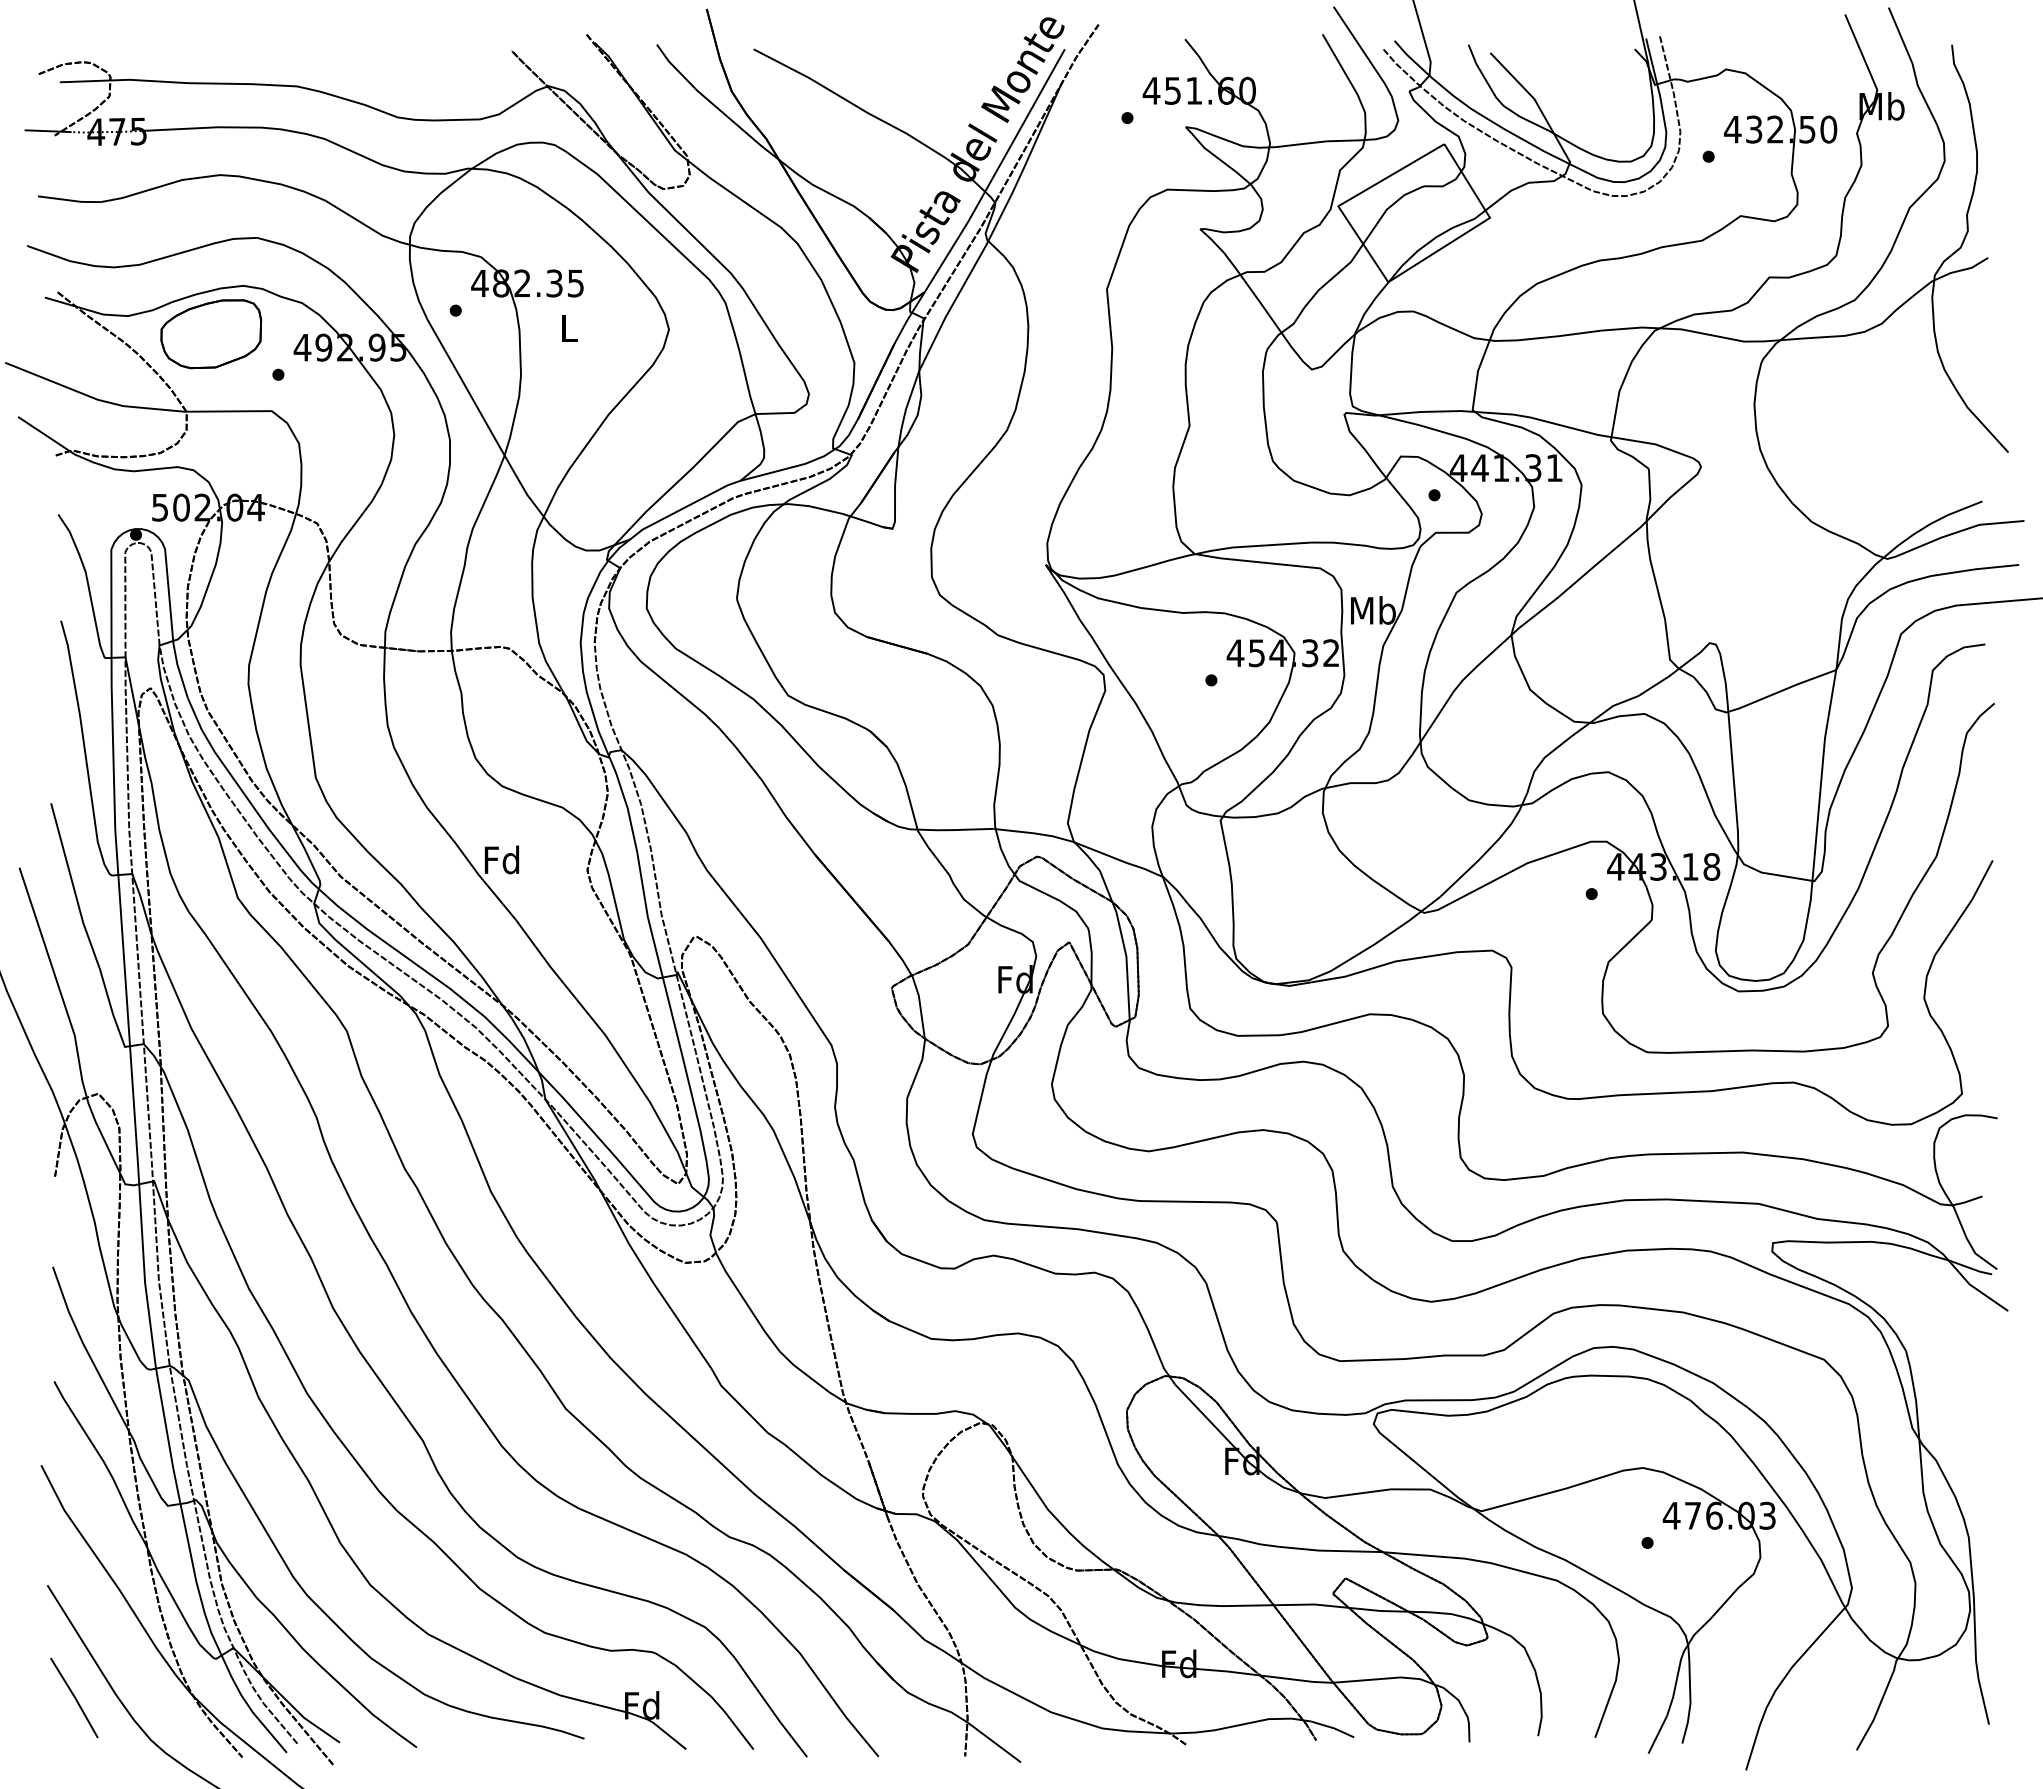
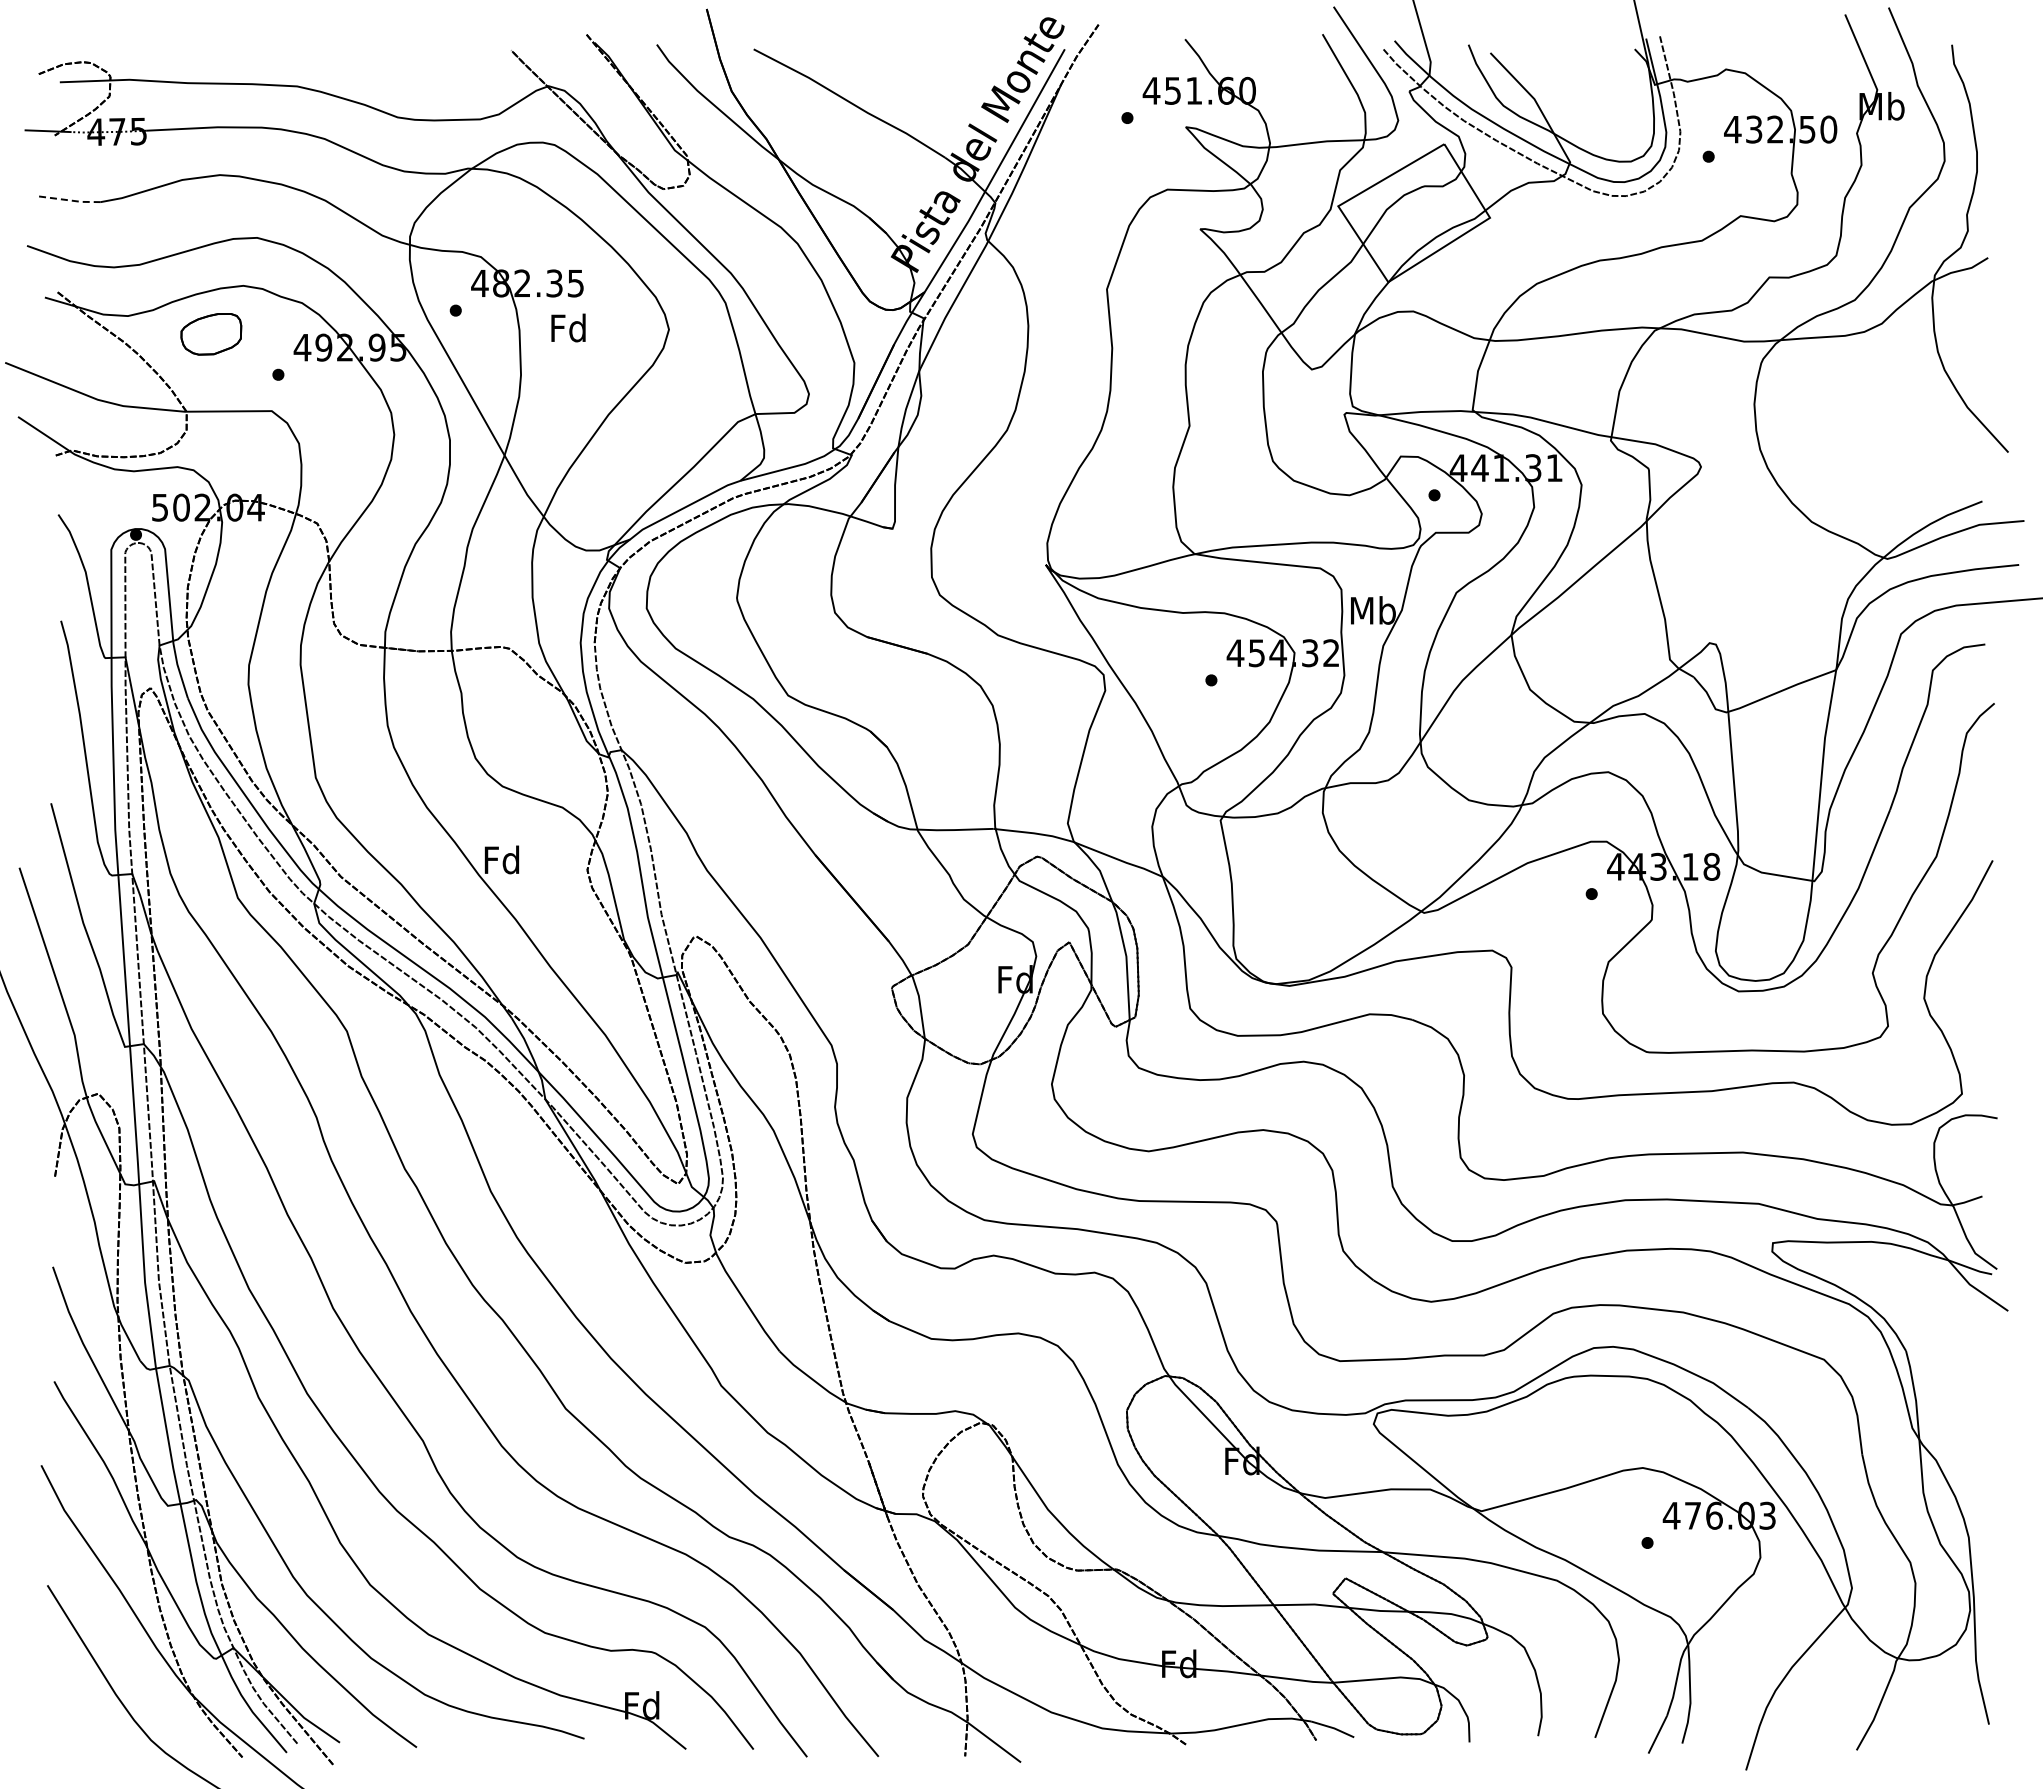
line at (69, 200): solid -> dashed
text at (568, 327): L -> Fd
part at (211, 334) size: 103x71 px -> 63x43 px
line at (74, 1697): present -> none
